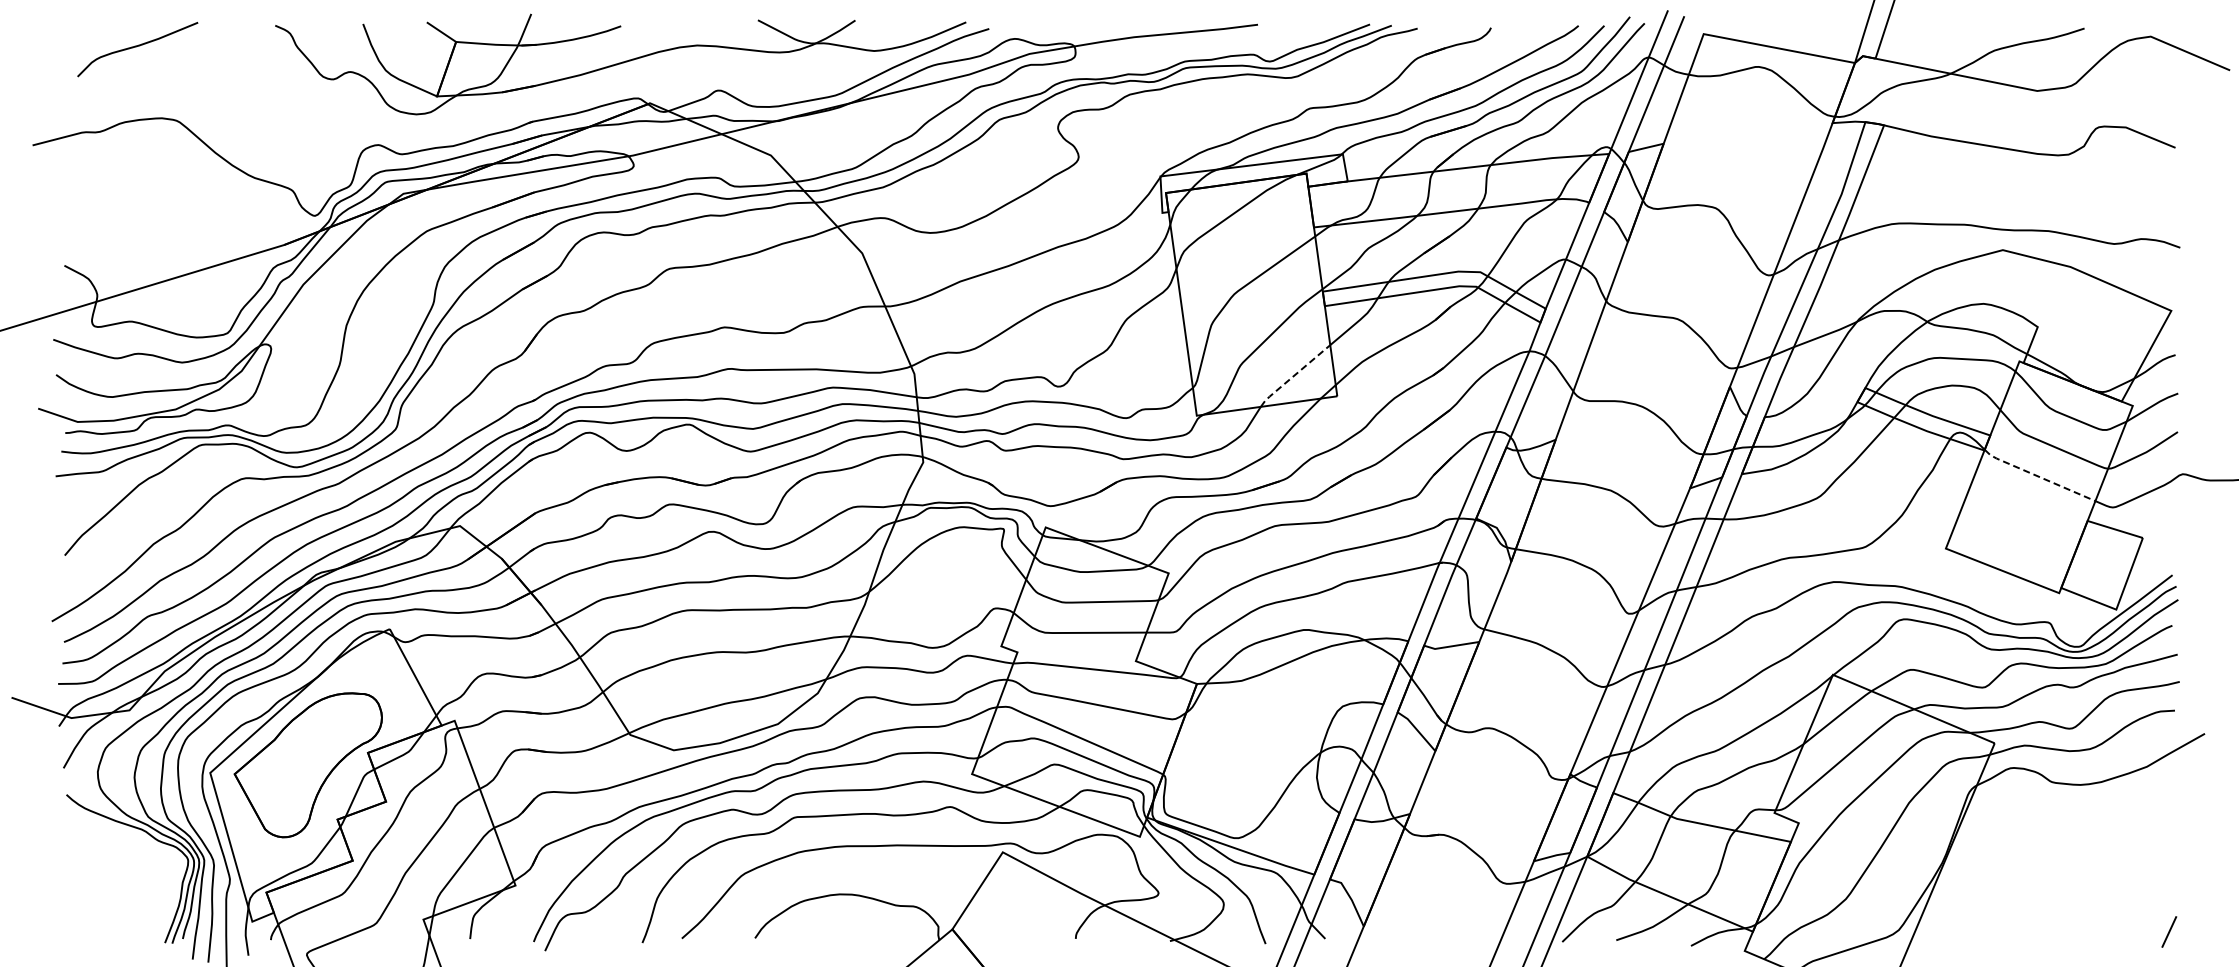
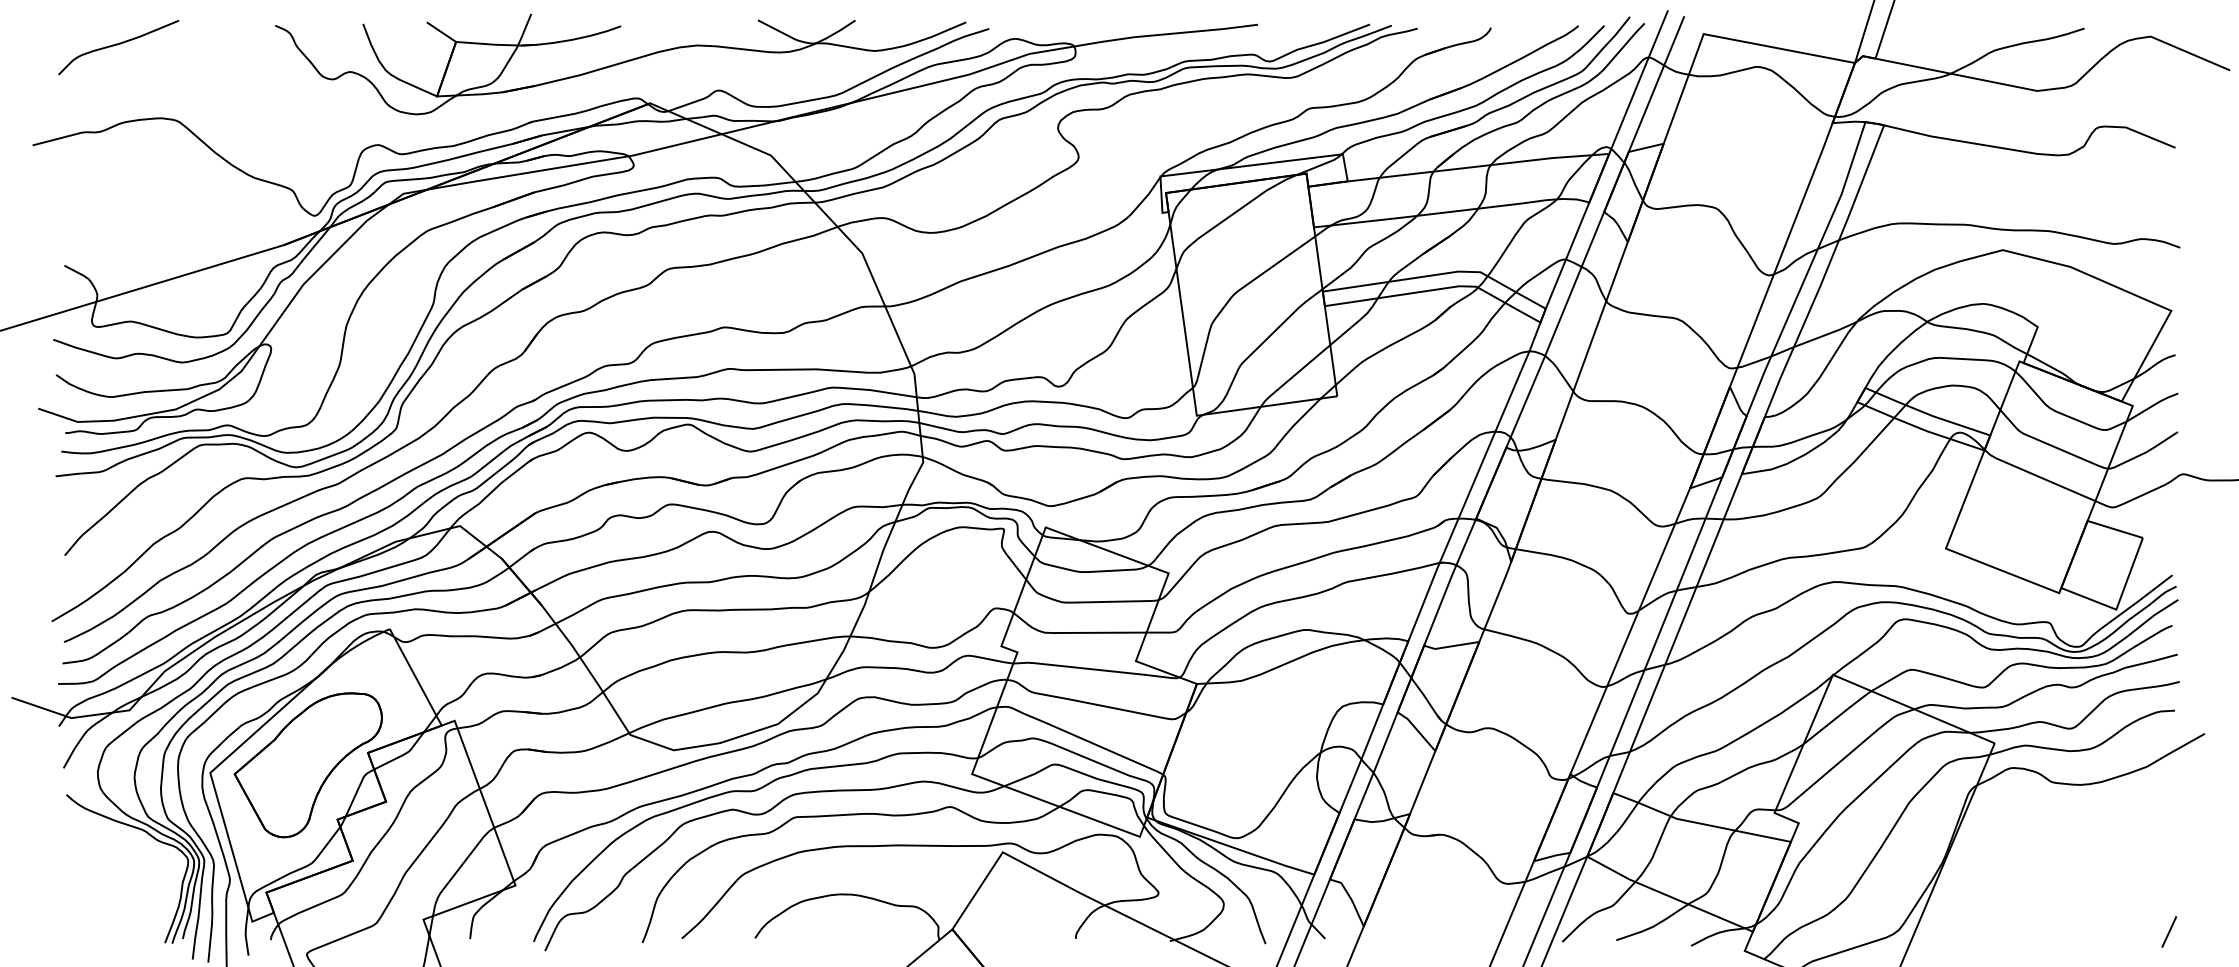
curve at (136, 47) position: (136, 47) -> (117, 45)
line at (1293, 376): dashed -> solid
line at (2037, 476): dashed -> solid
